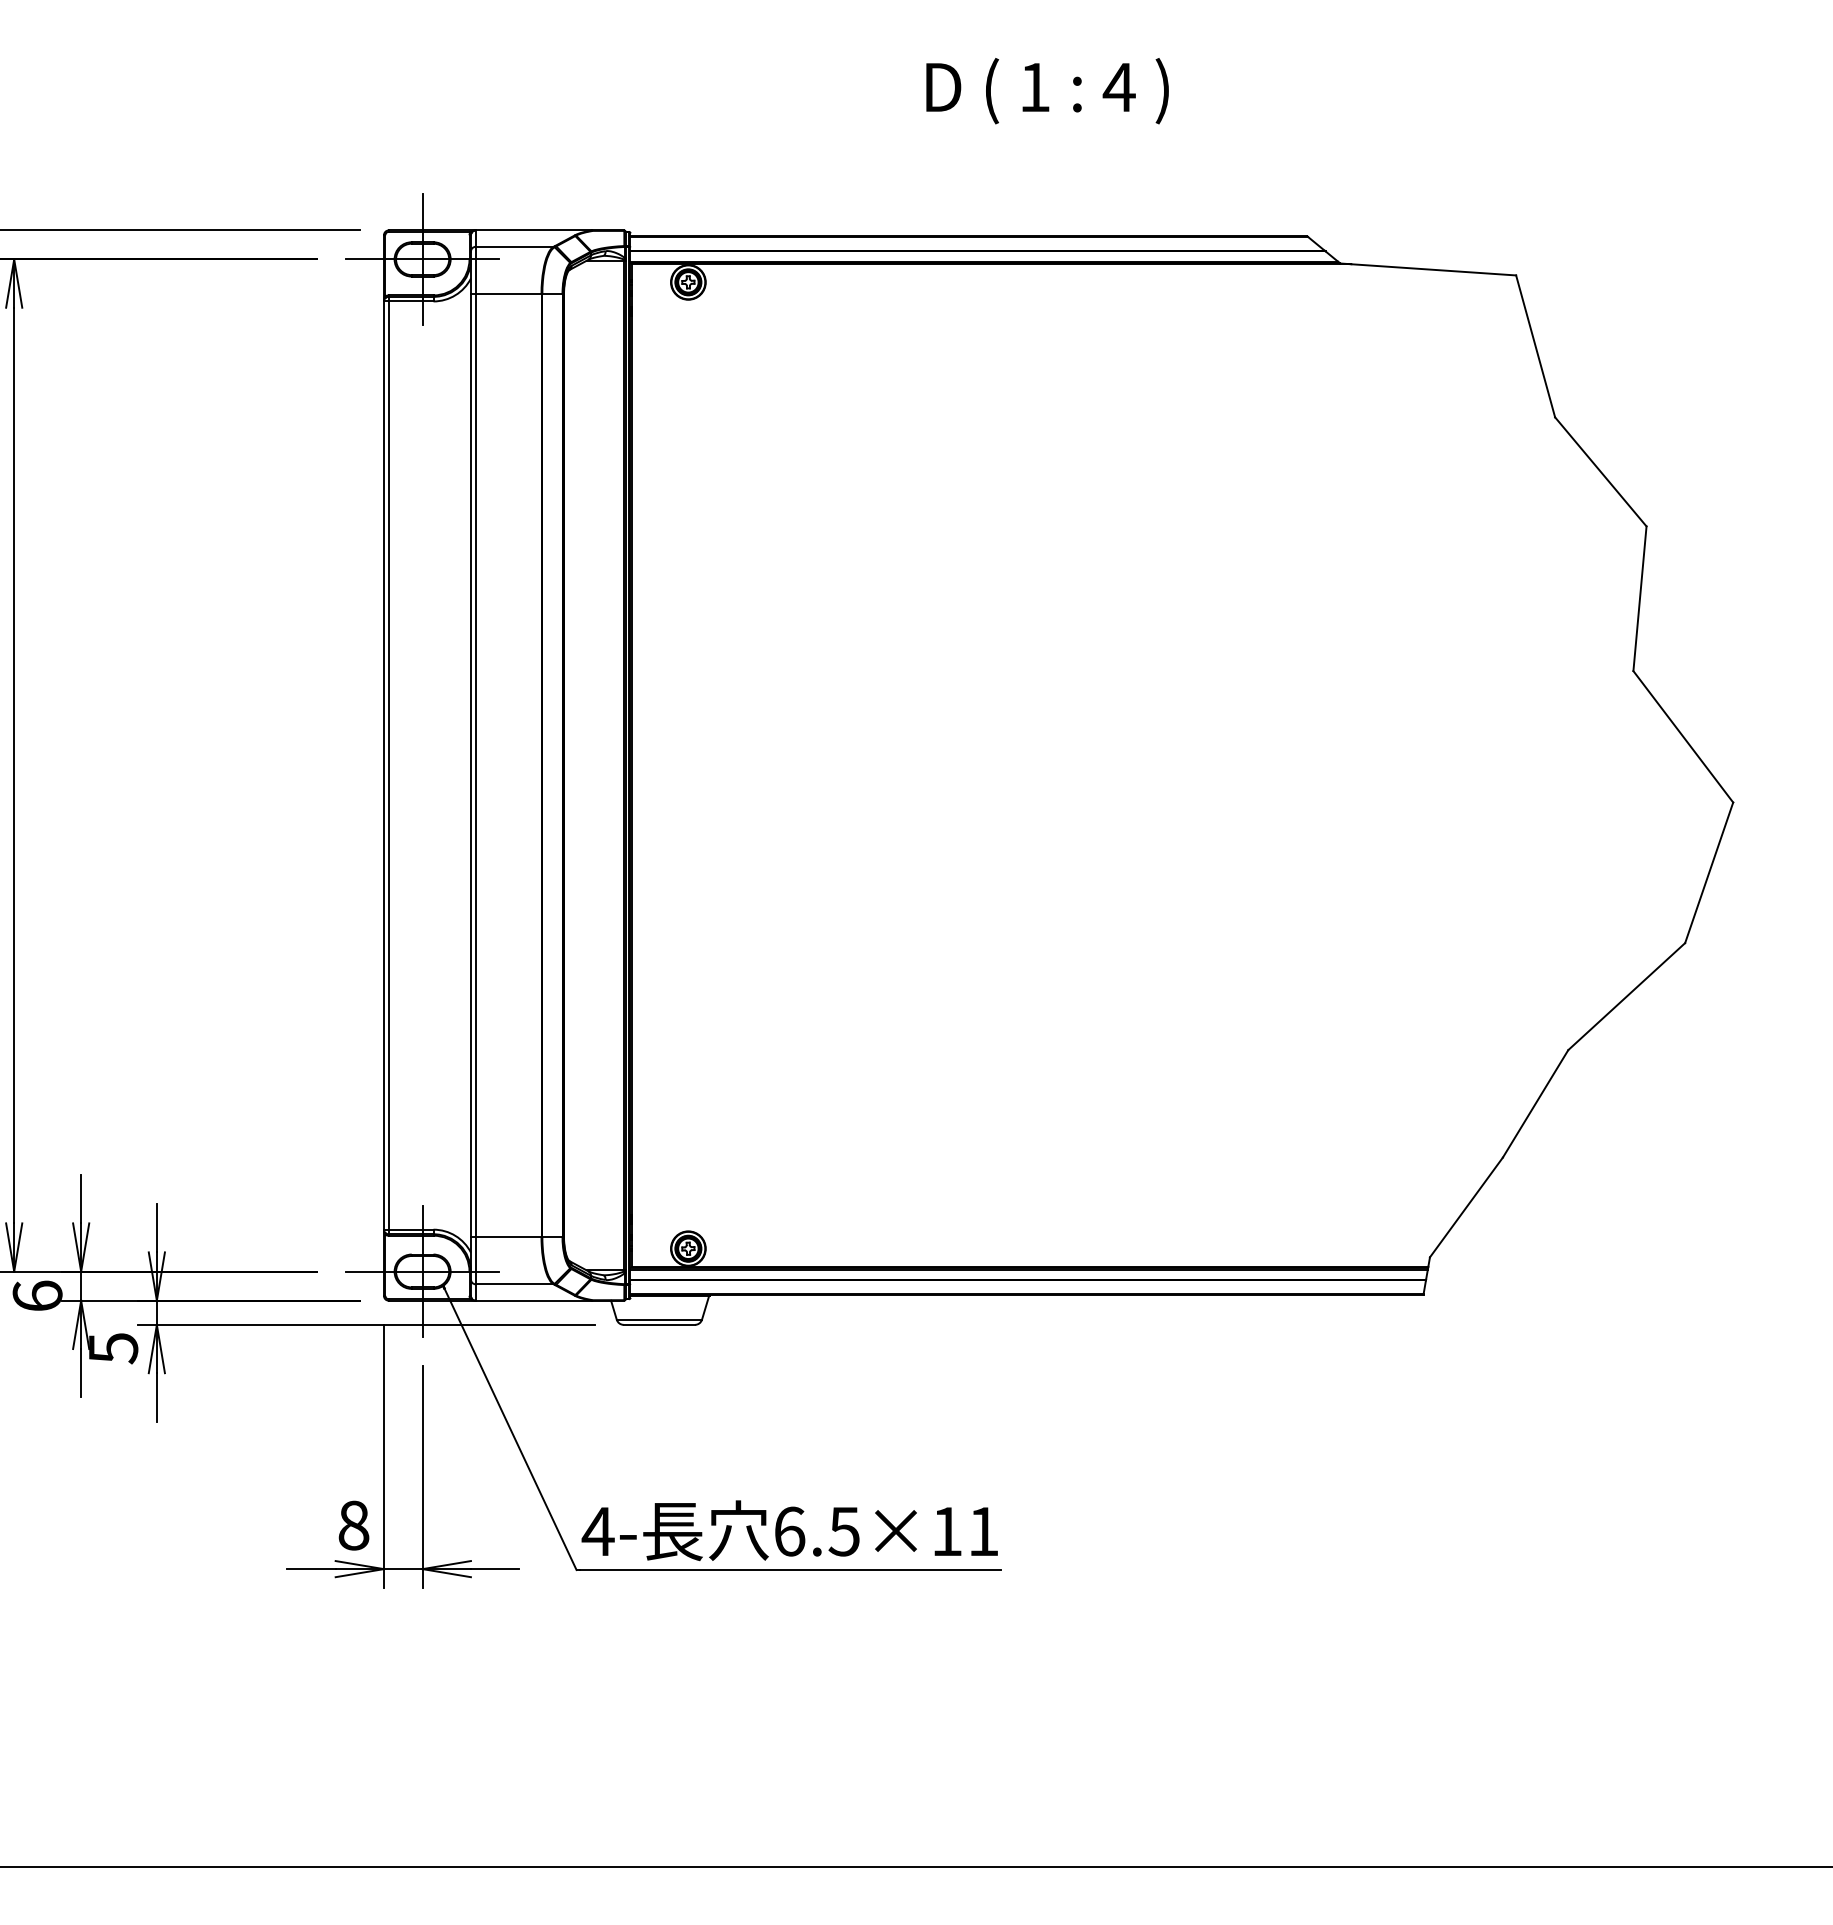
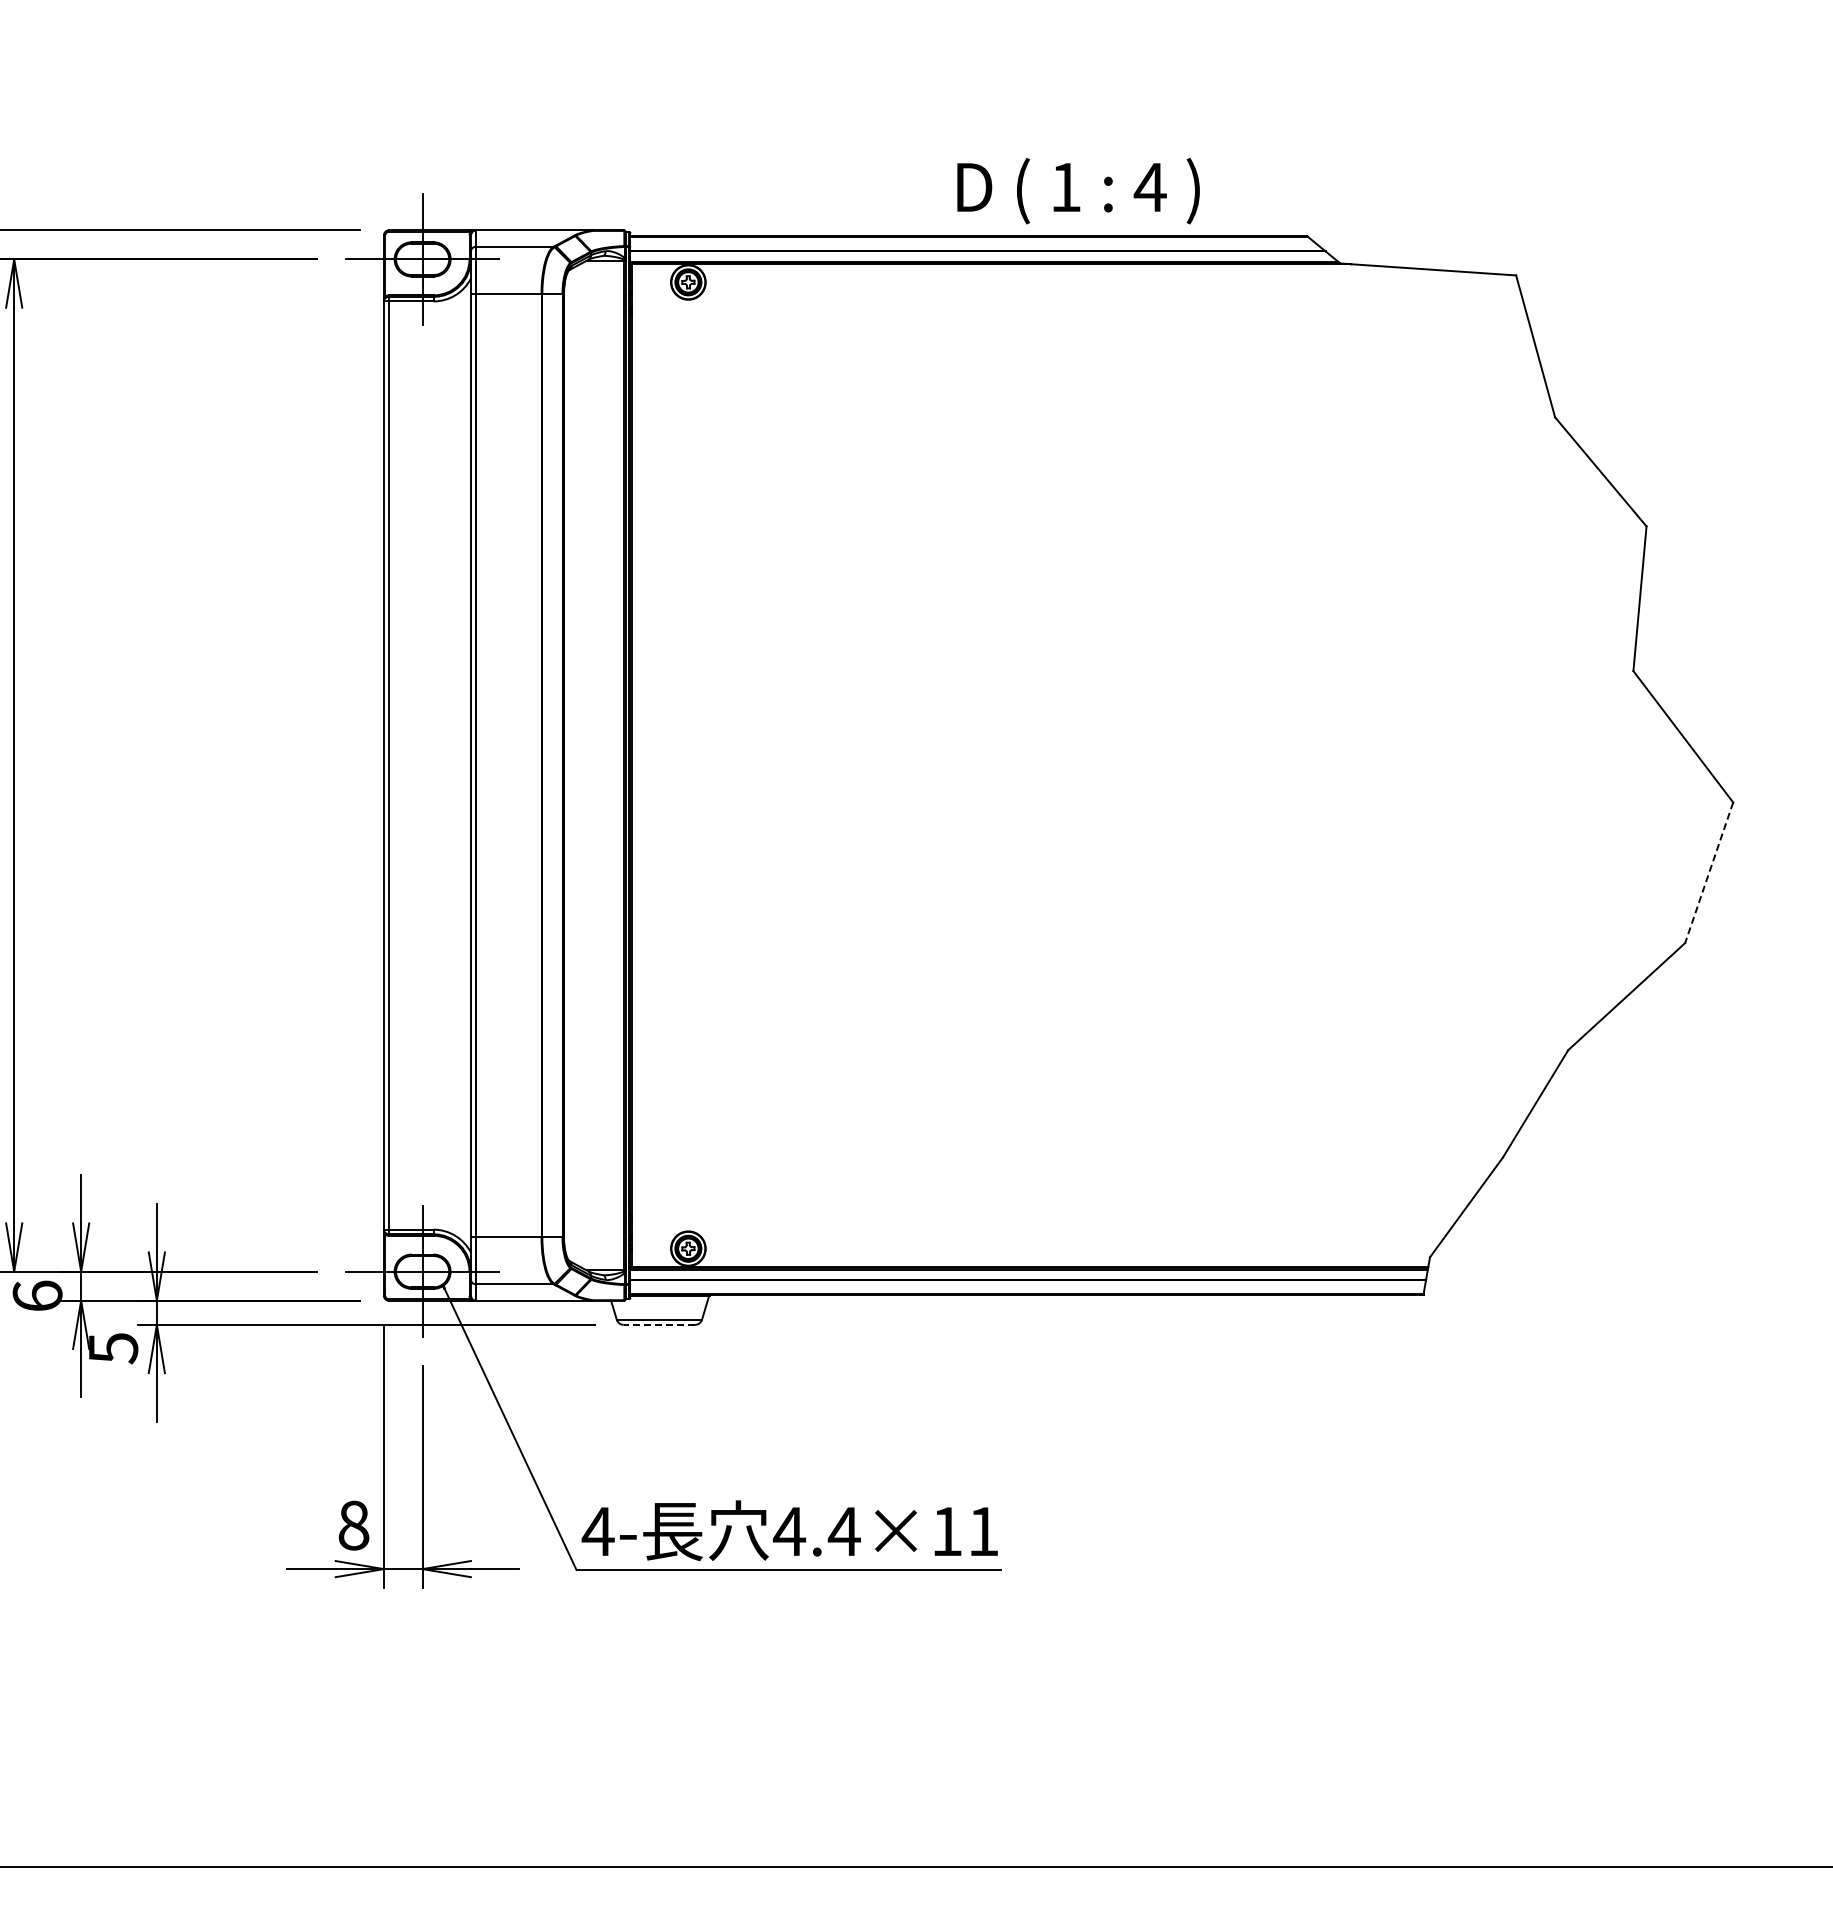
text at (1047, 91) position: (1047, 91) -> (1078, 191)
line at (1709, 873): solid -> dashed
line at (659, 1324): solid -> dashed
text at (816, 1531): 6.5×11 -> 4.4×11
